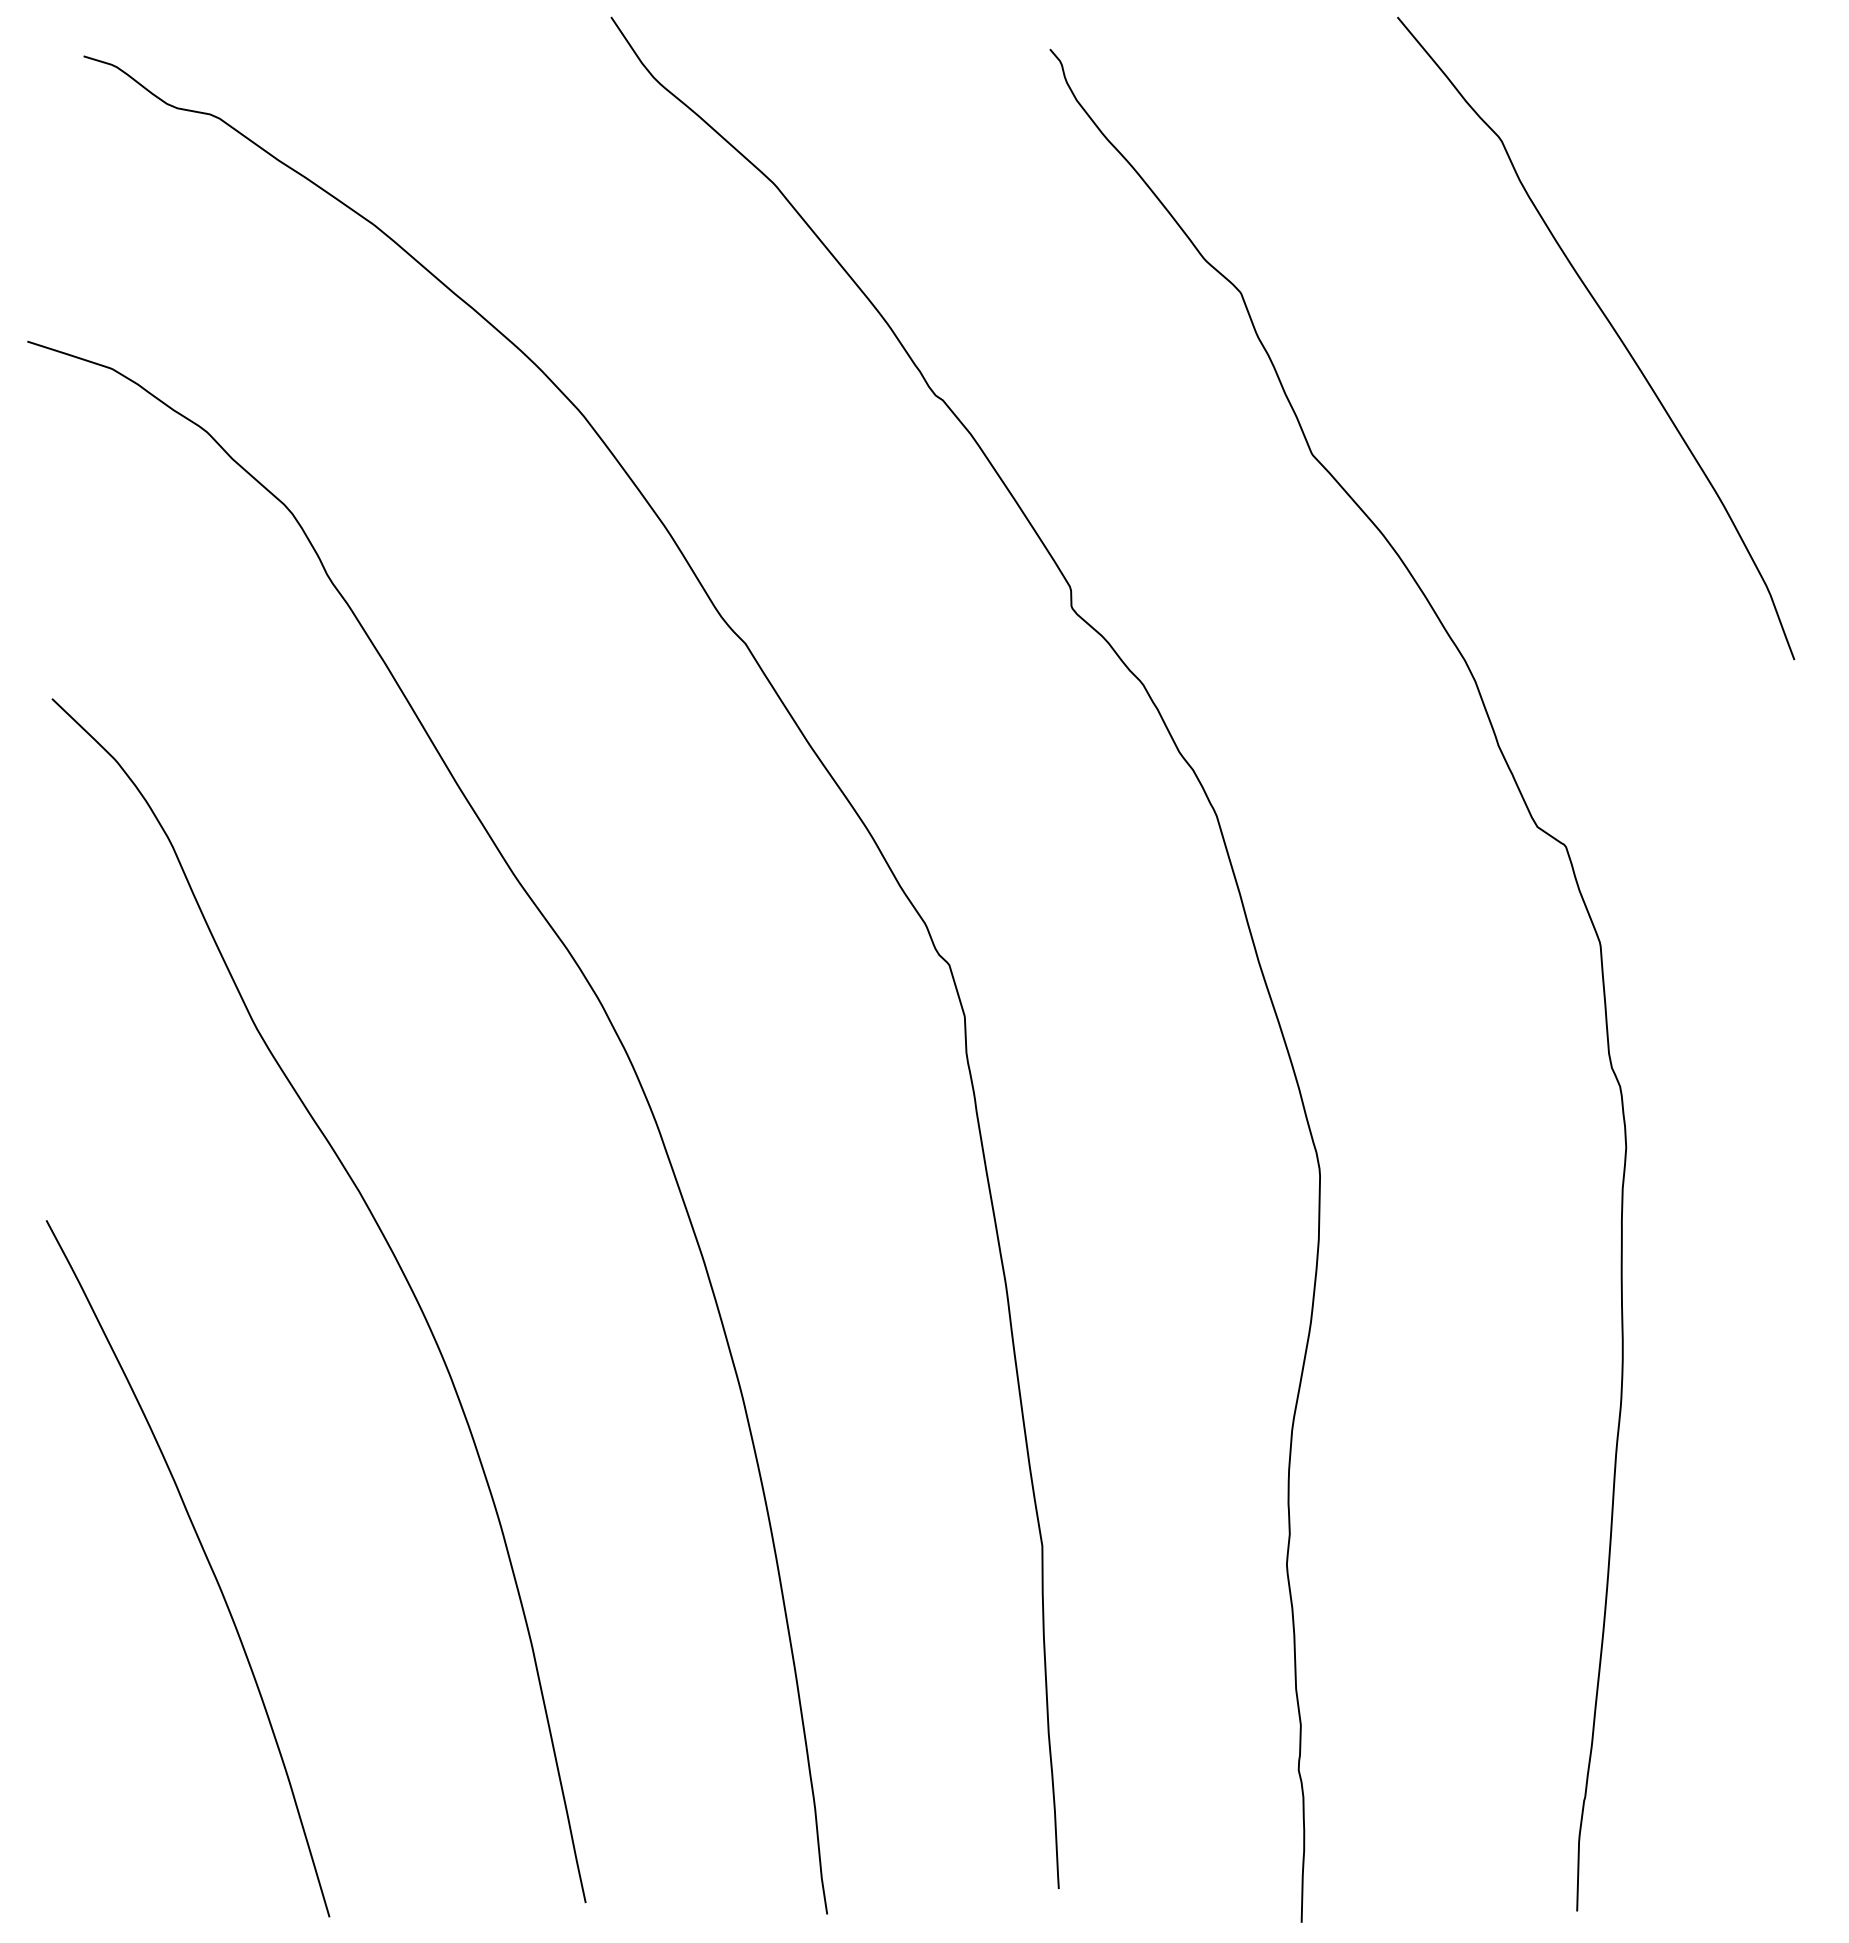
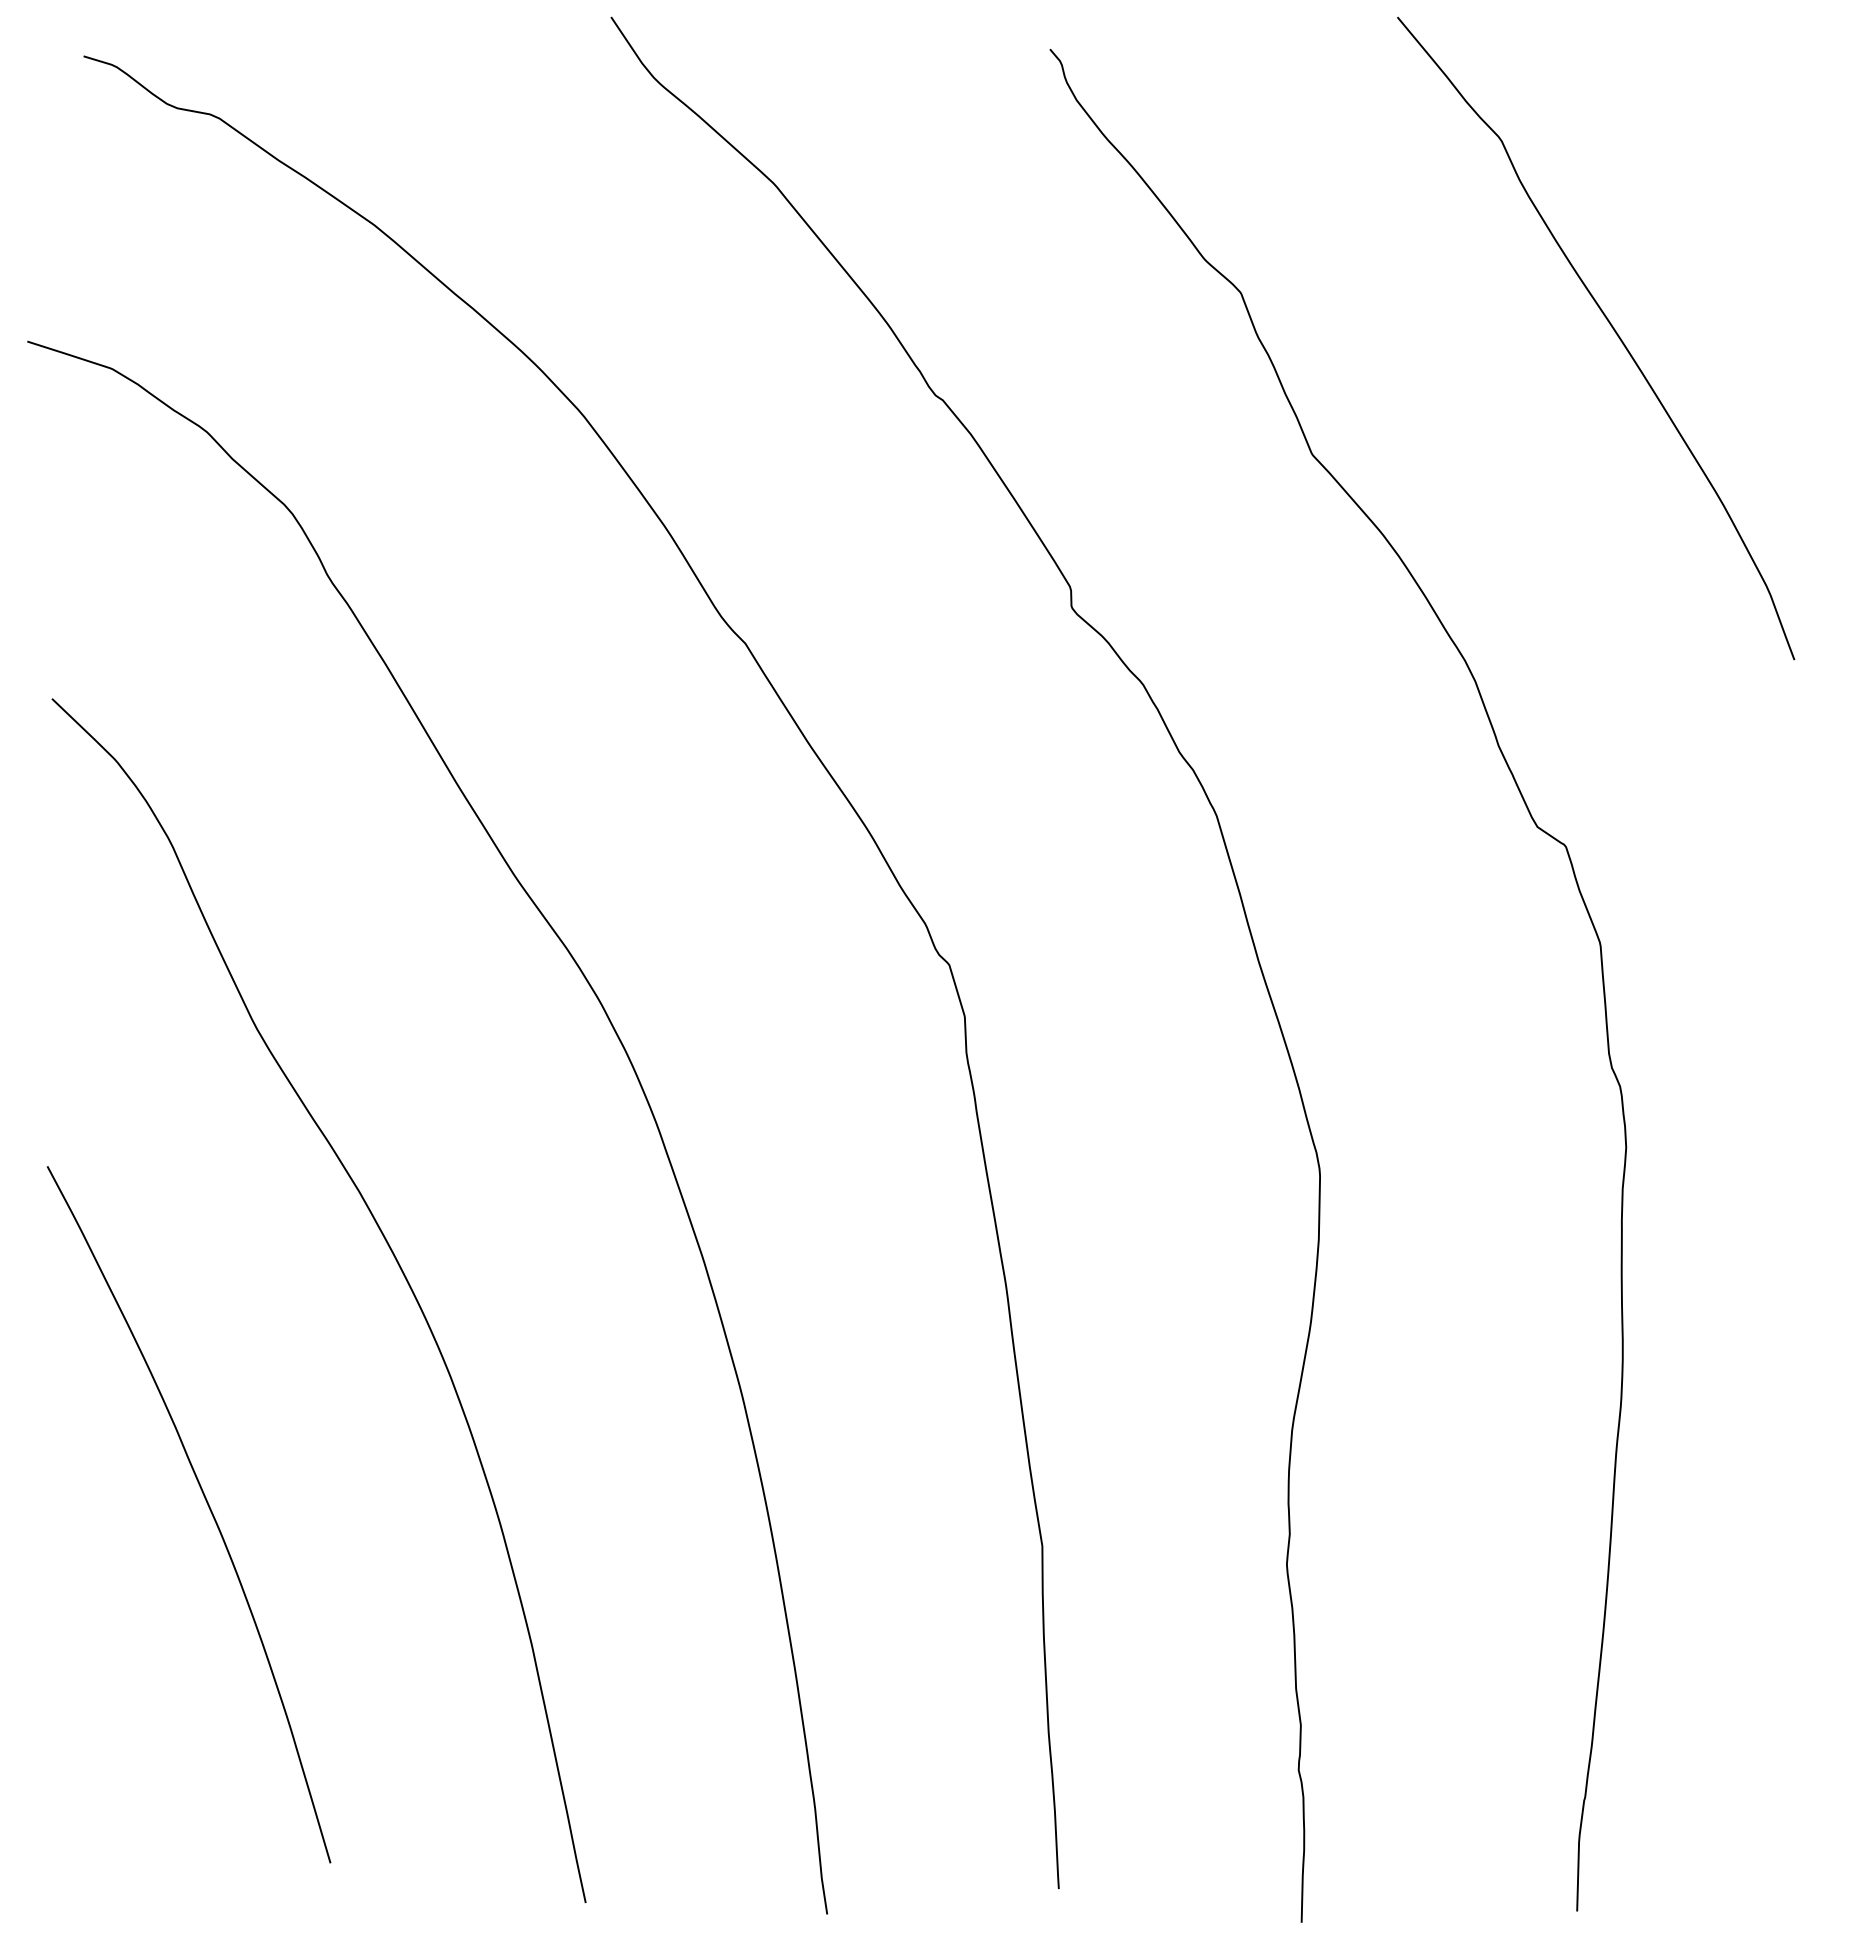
curve at (206, 1559) position: (206, 1559) -> (207, 1505)
